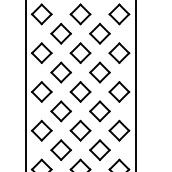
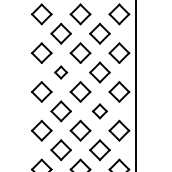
part at (60, 72) size: 22x23 px -> 15x15 px
line at (25, 85): present -> none
part at (99, 111) size: 22x23 px -> 16x17 px
